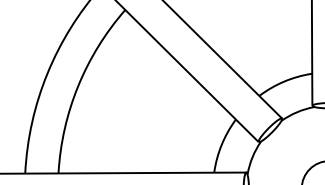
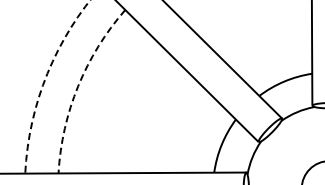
arc at (44, 81): solid -> dashed
arc at (78, 86): solid -> dashed
